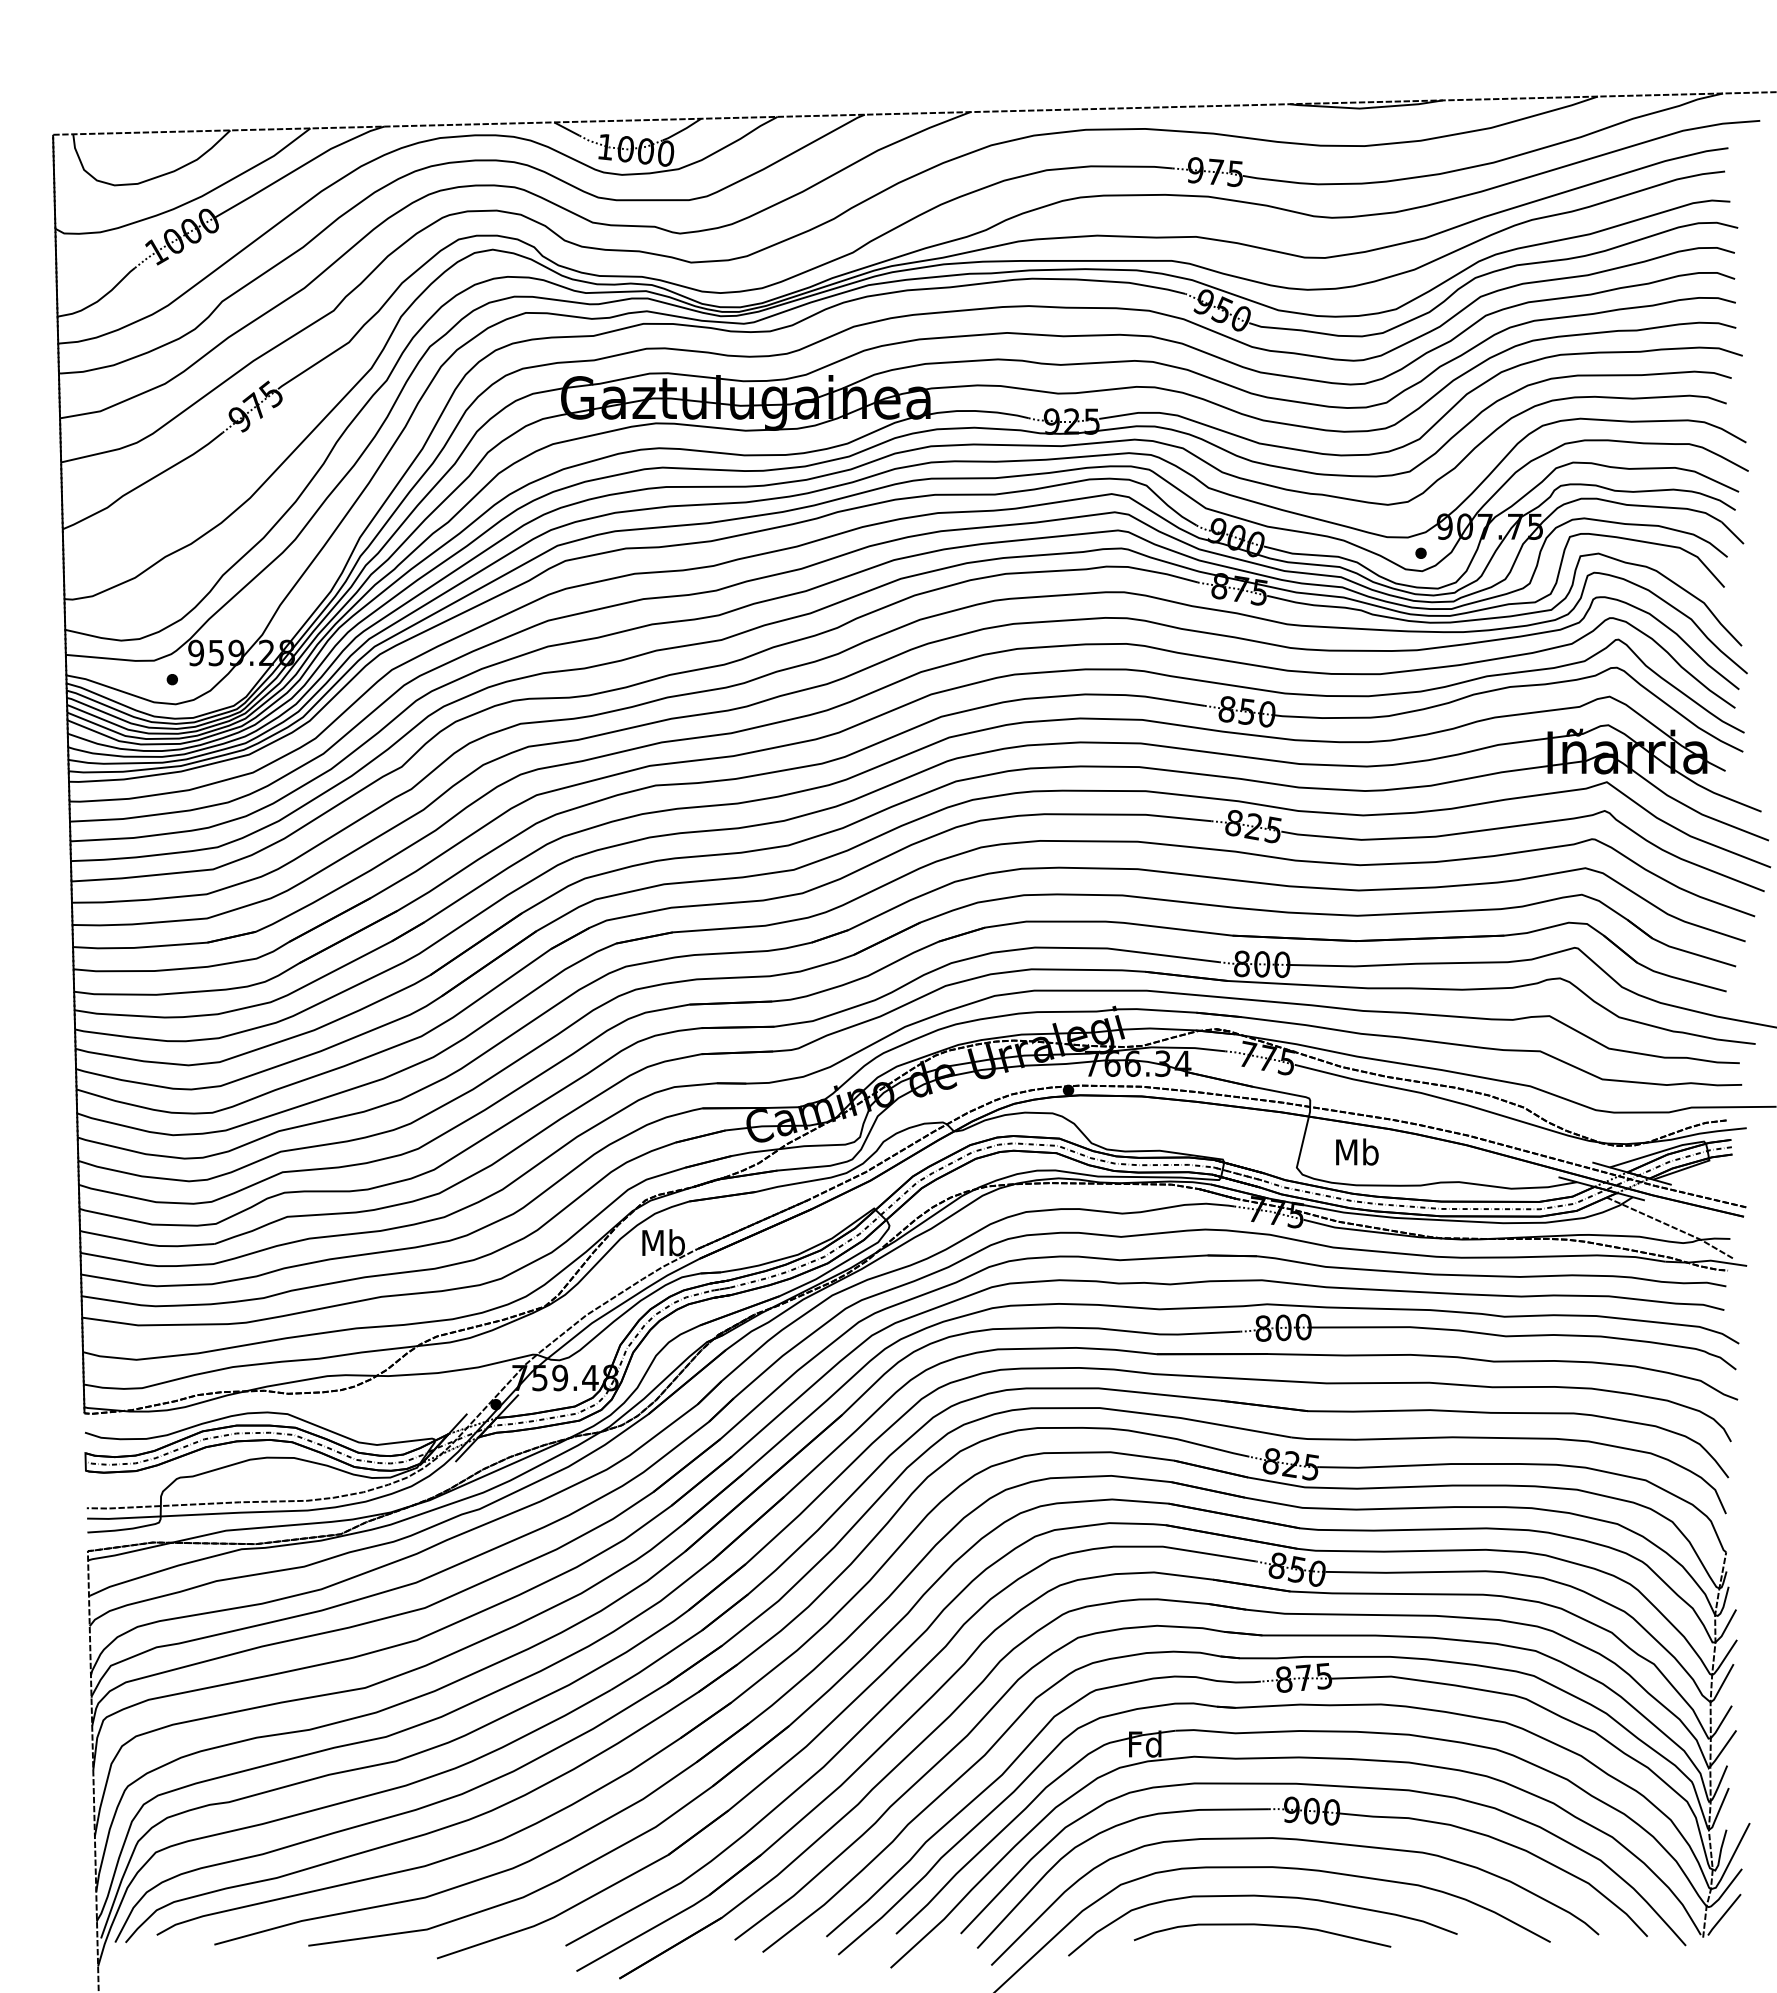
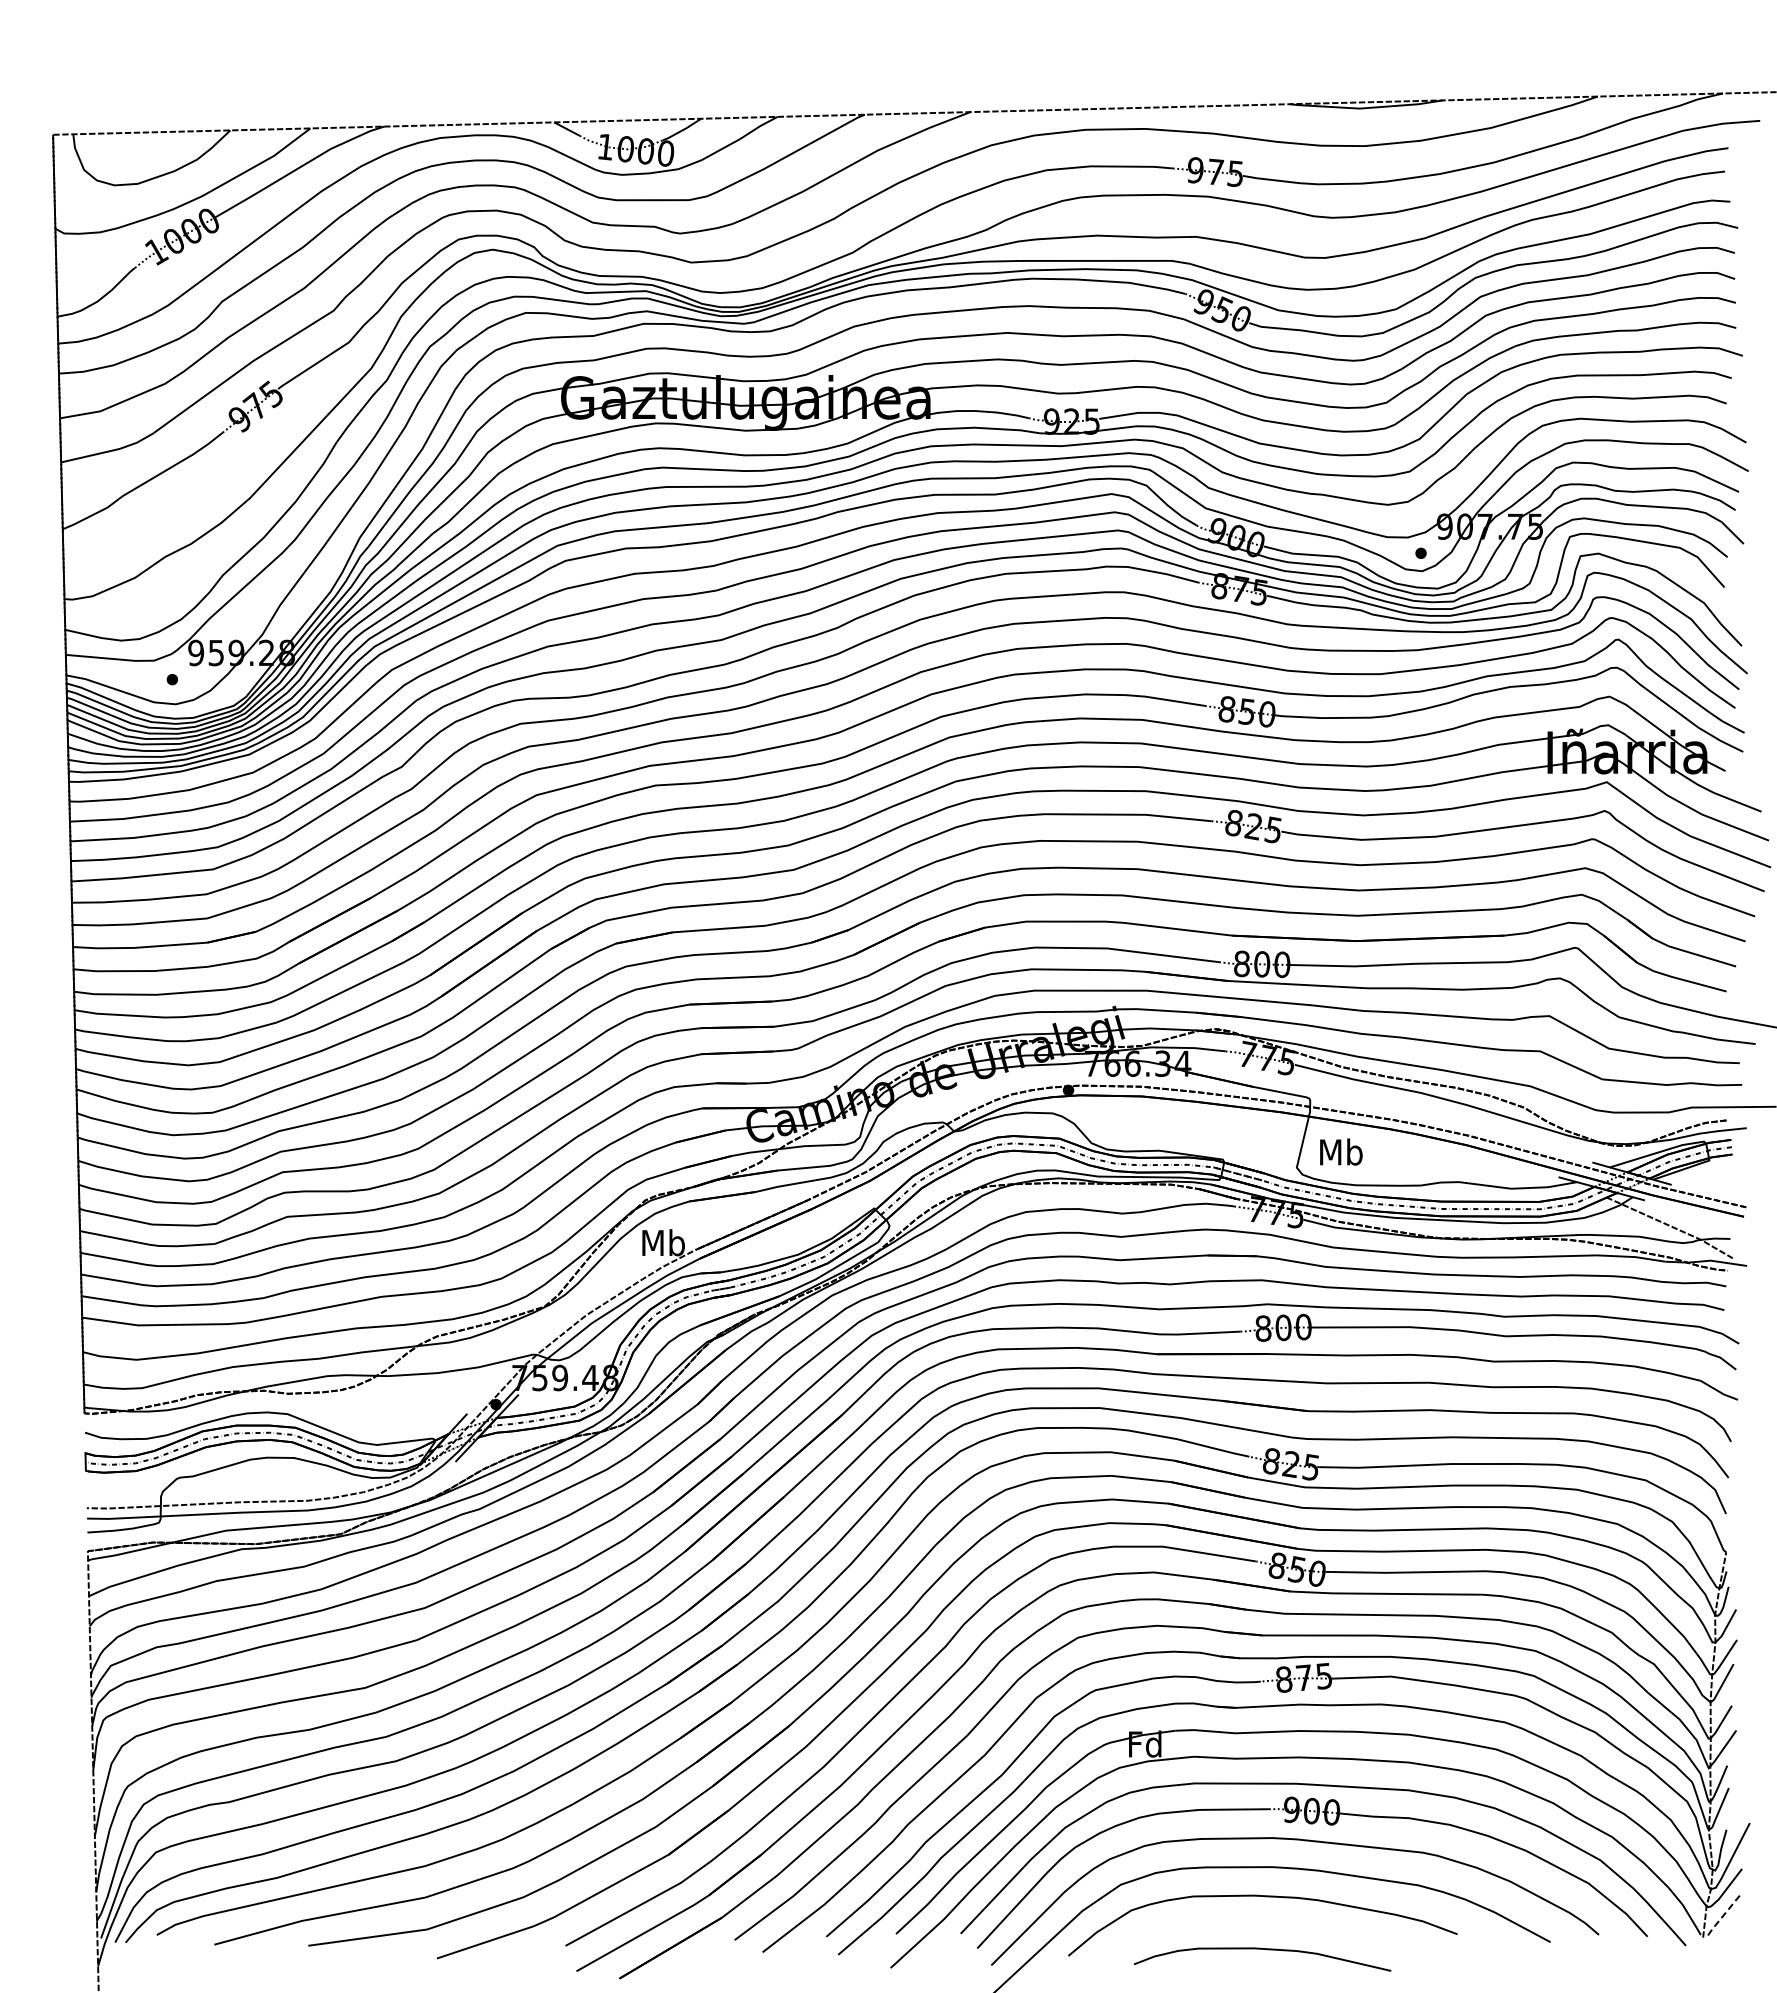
text at (1357, 1151) position: (1357, 1151) -> (1341, 1151)
line at (1724, 1914): solid -> dashed
curve at (1262, 1925) position: (1262, 1925) -> (1262, 1949)
